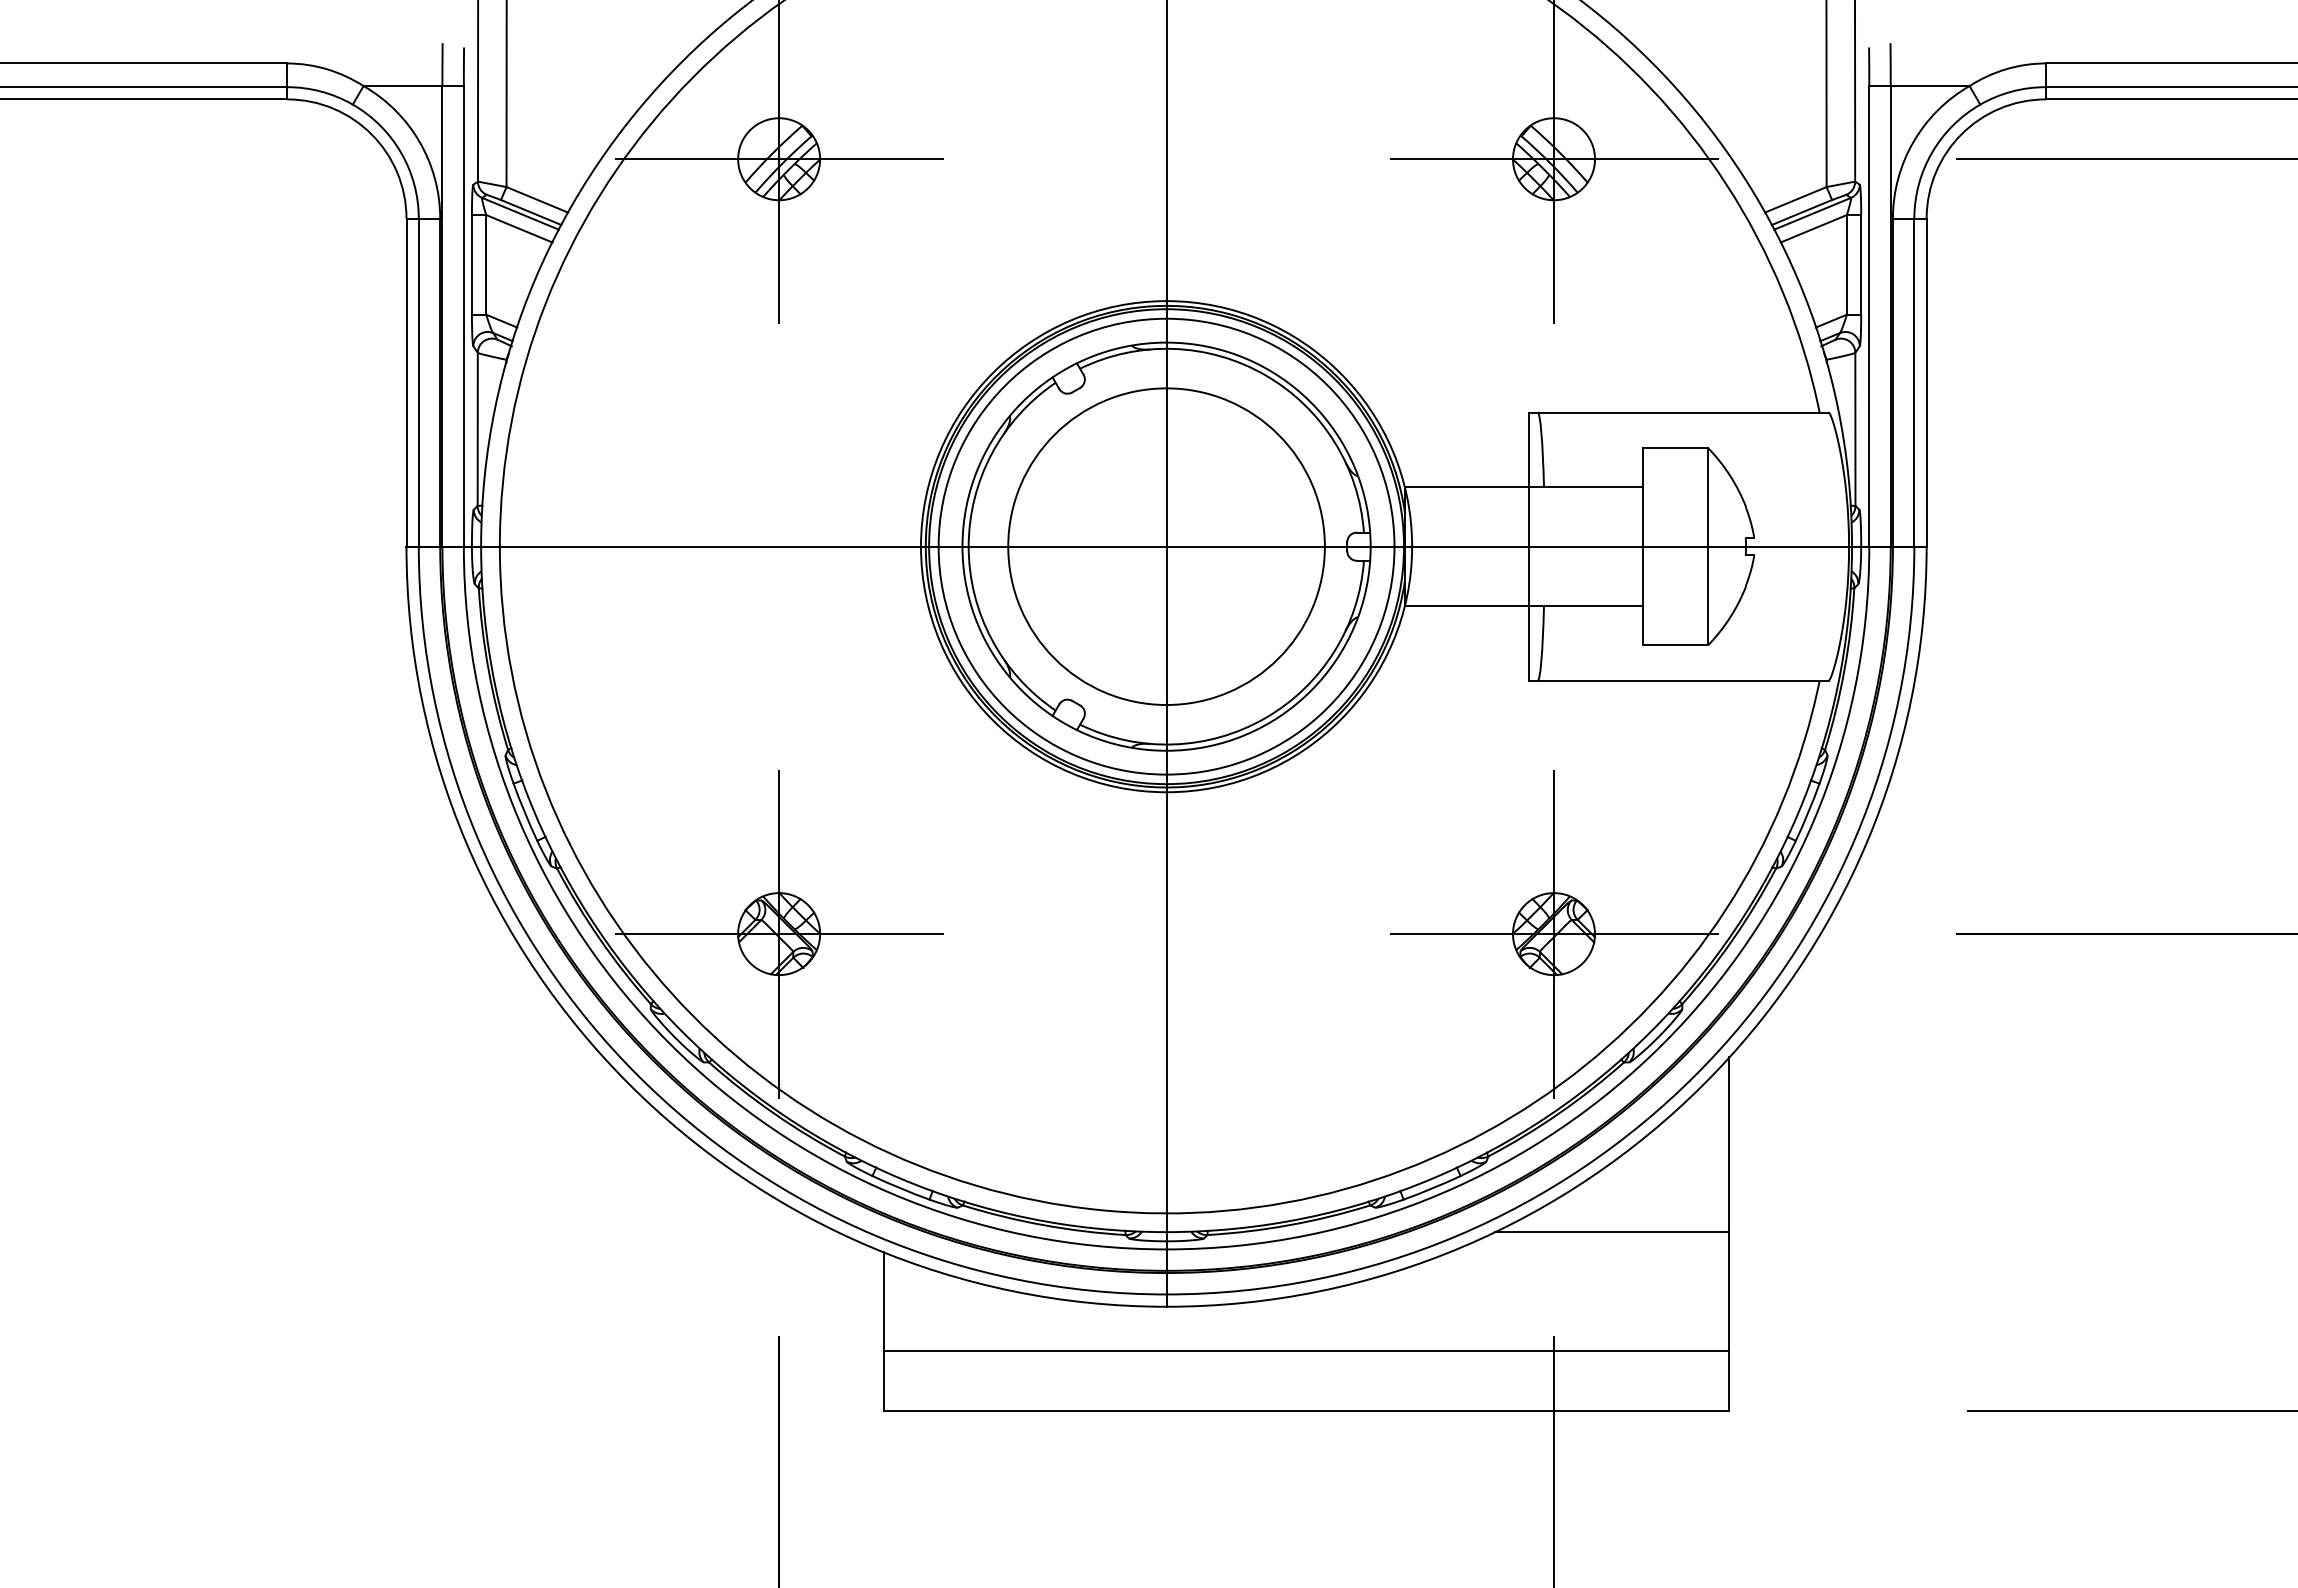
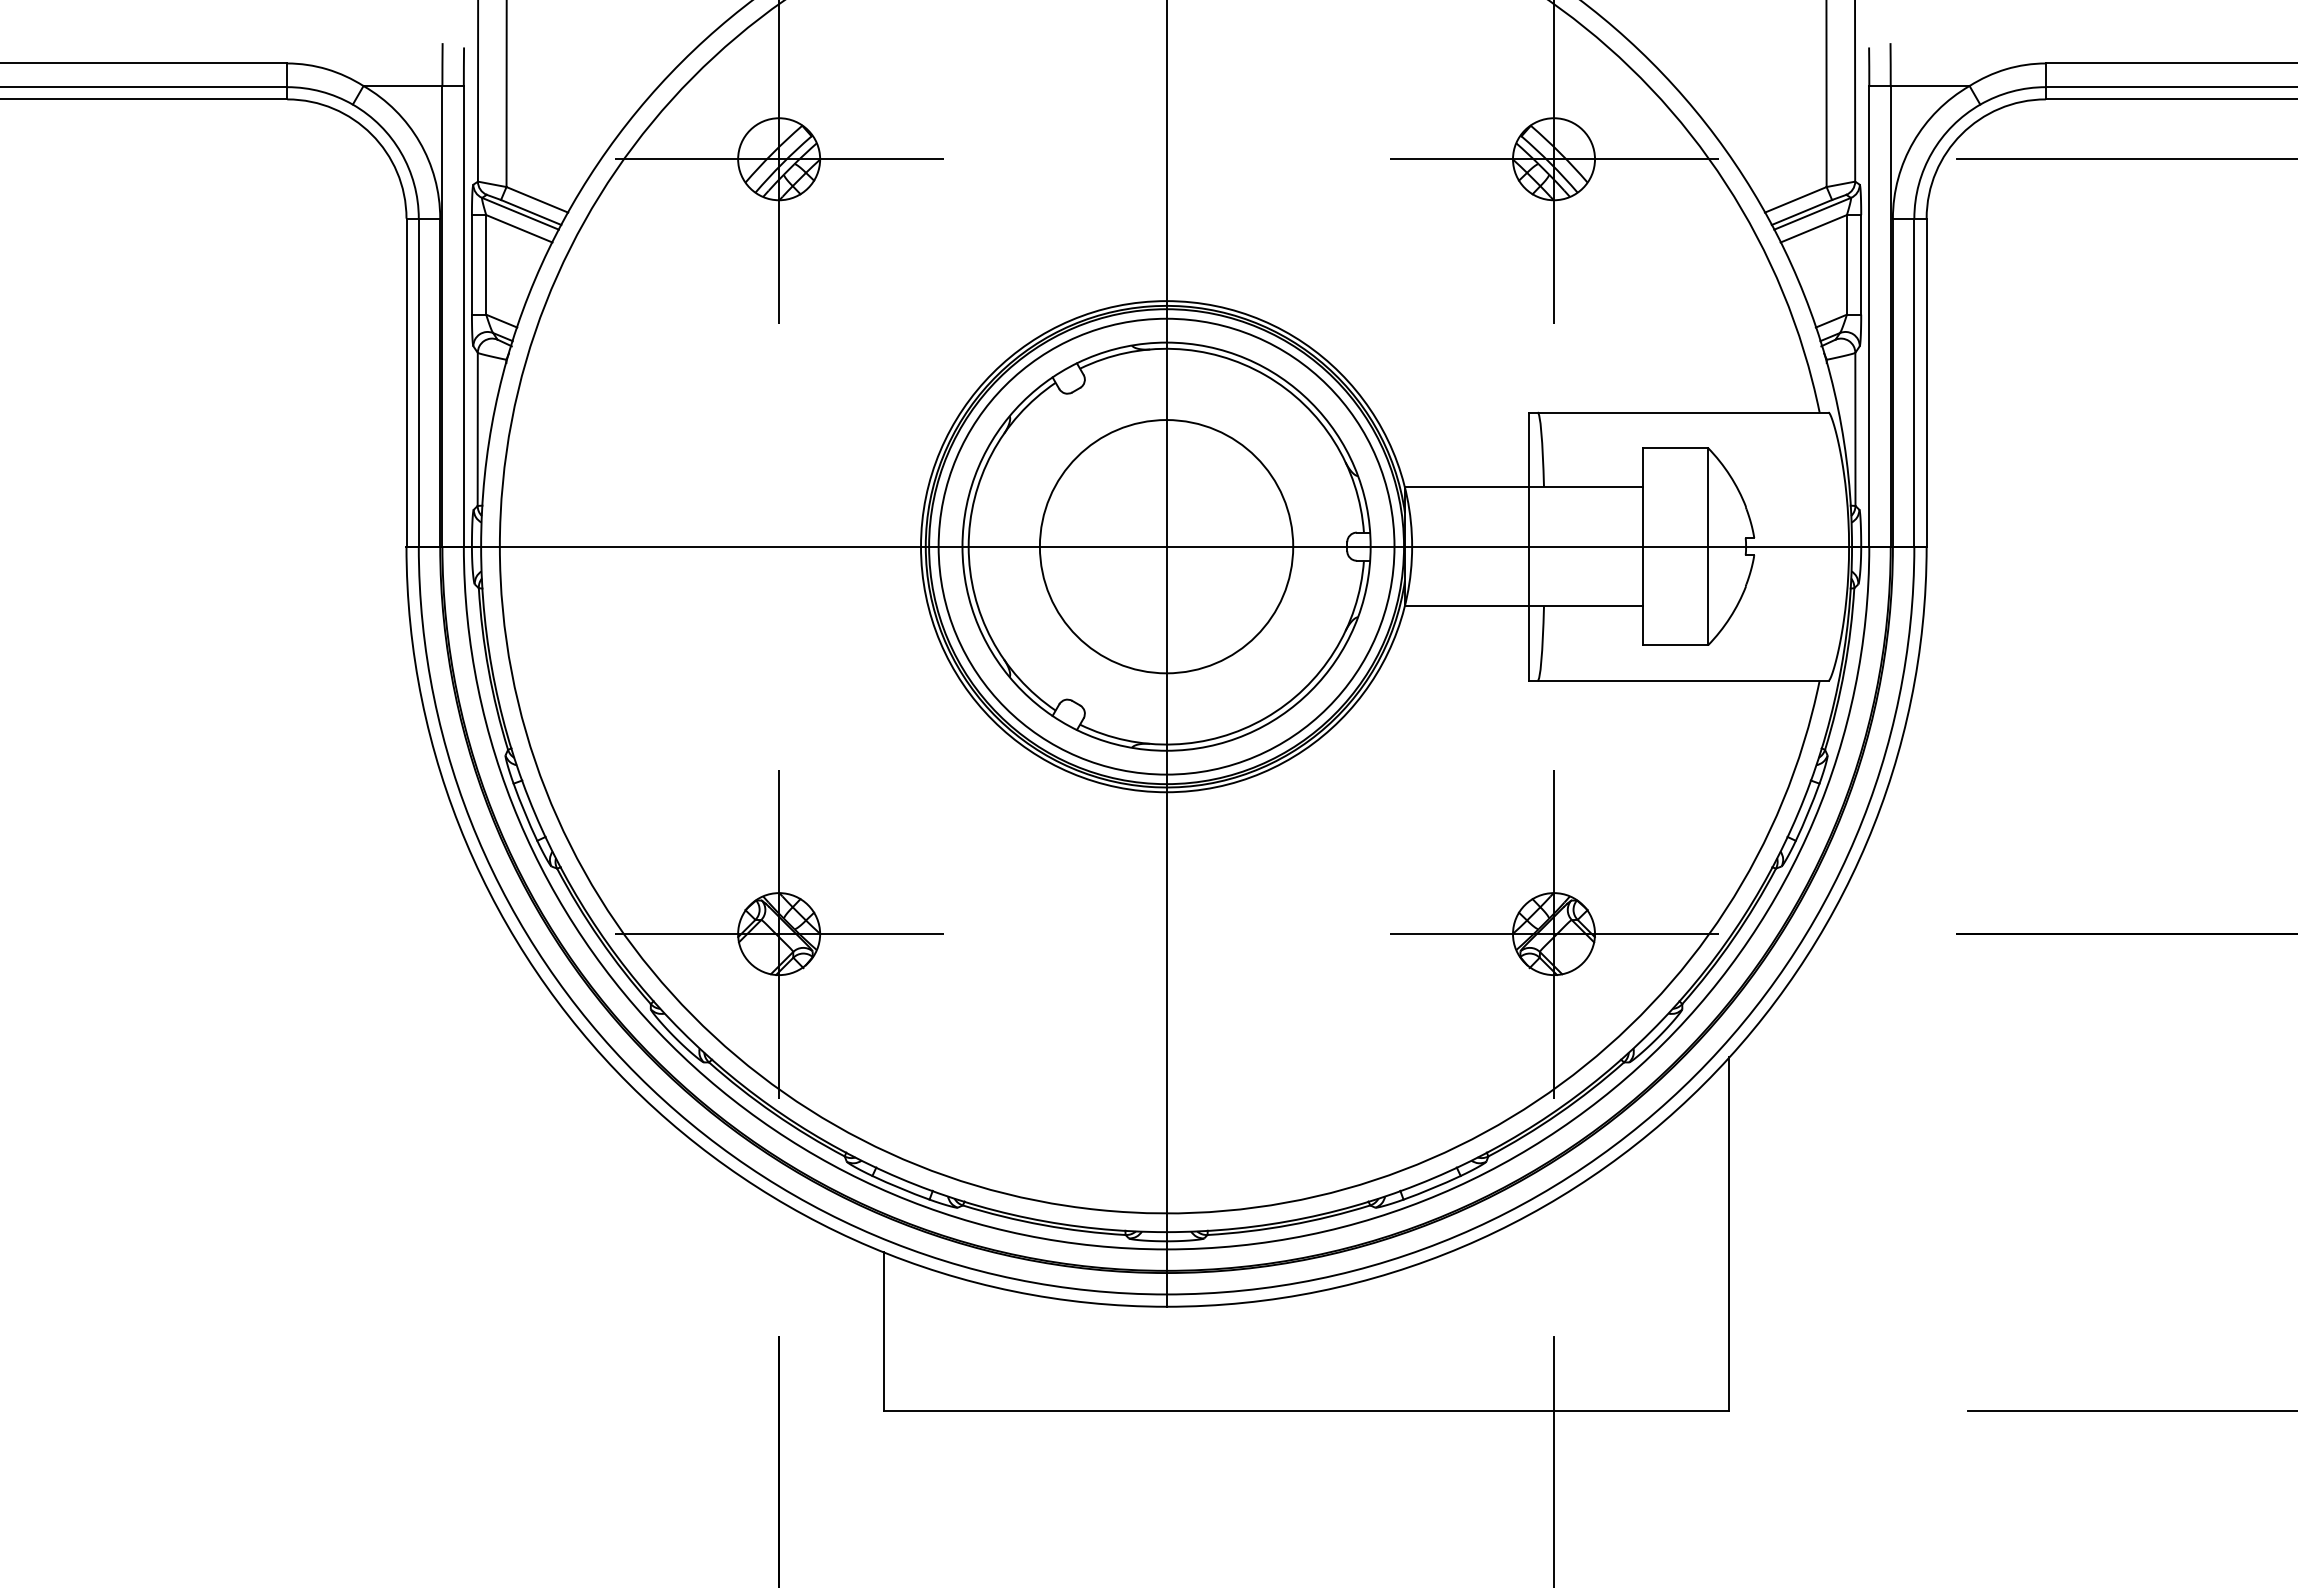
circle at (1166, 546) diameter: 317 px -> 253 px
line at (1611, 1231): present -> none
line at (1306, 1351): present -> none
